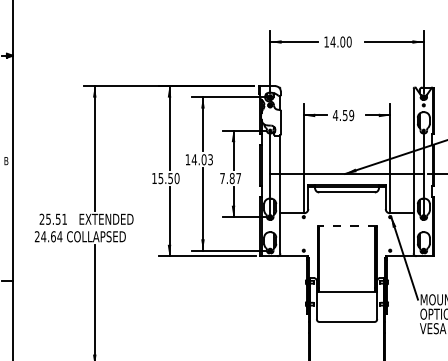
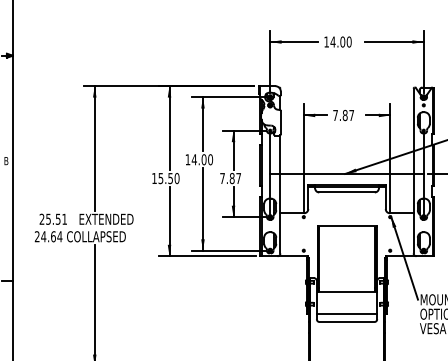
text at (343, 115): 4.59 -> 7.87
text at (210, 159): 14.03 -> 14.00
line at (346, 226): dashed -> solid
line at (346, 313): none -> present
